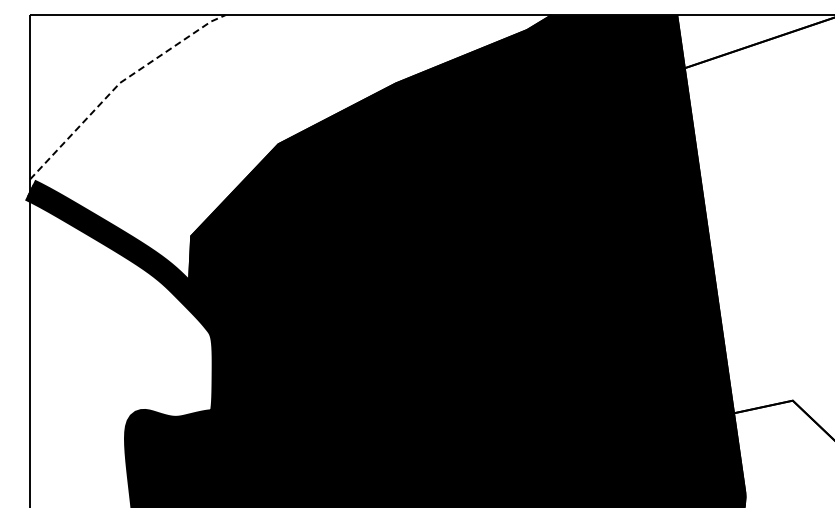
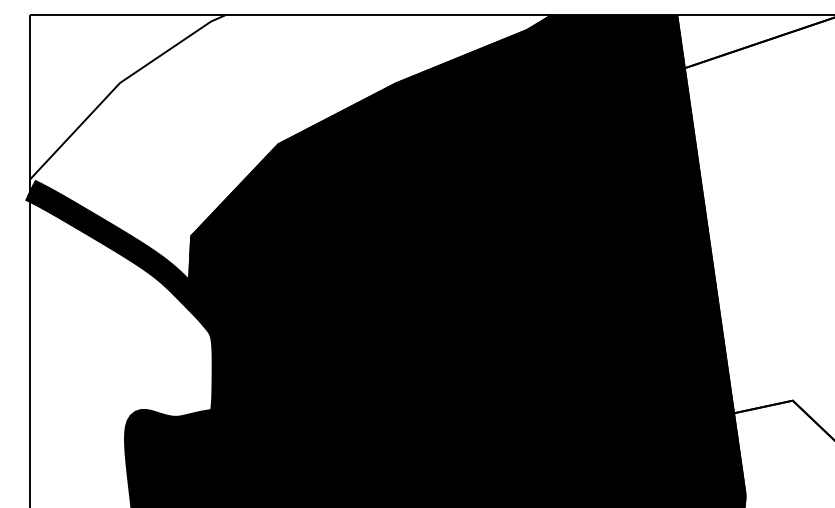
line at (118, 84): dashed -> solid
